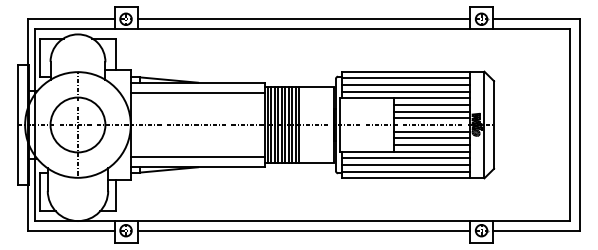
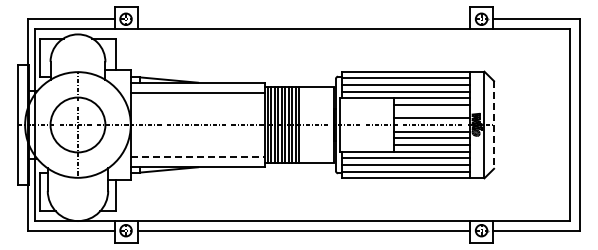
line at (303, 19): present -> none
line at (432, 111): present -> none
line at (494, 125): solid -> dashed
line at (198, 156): solid -> dashed
